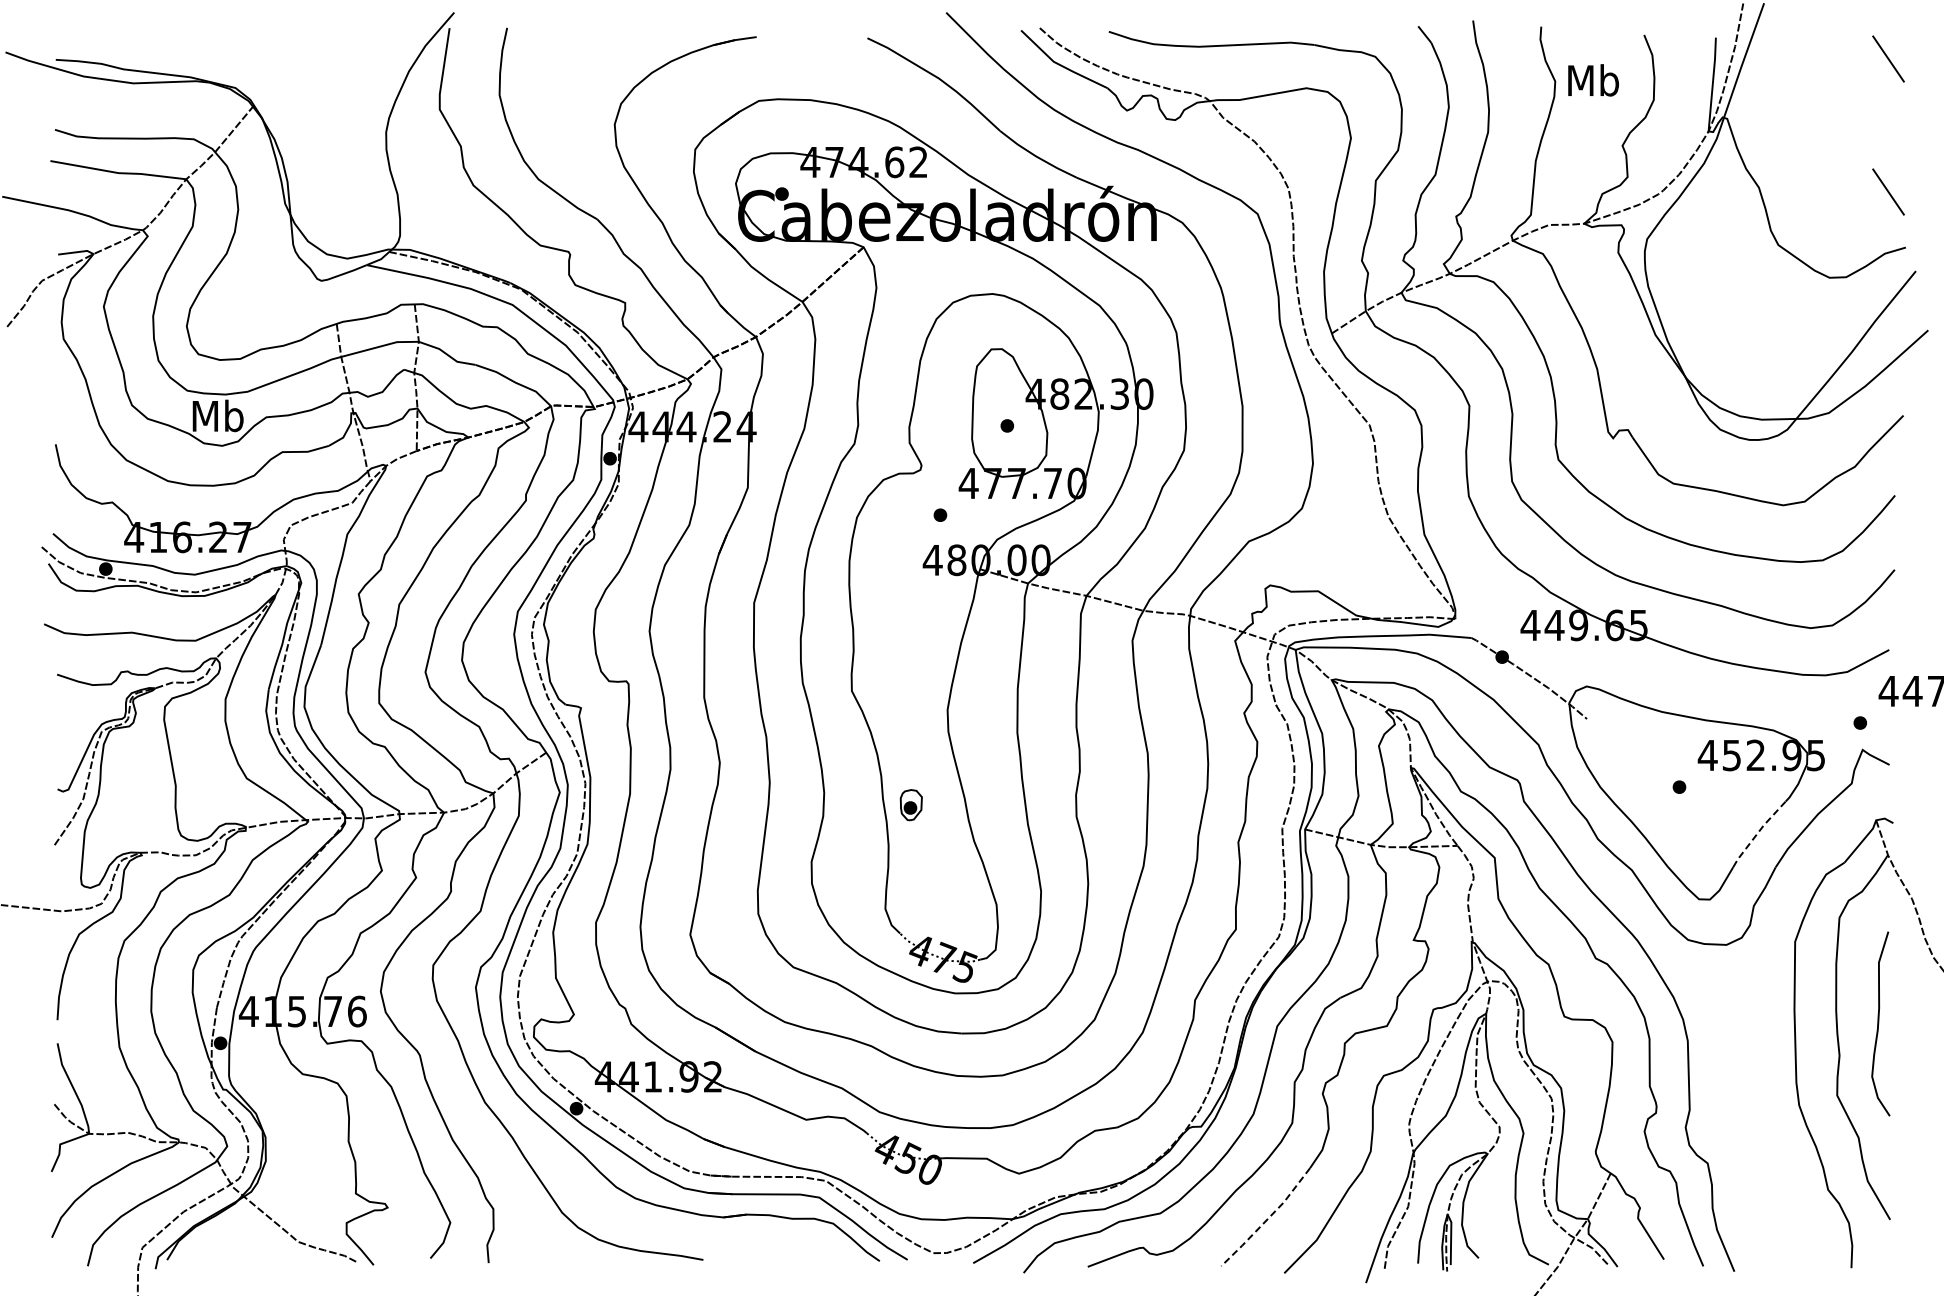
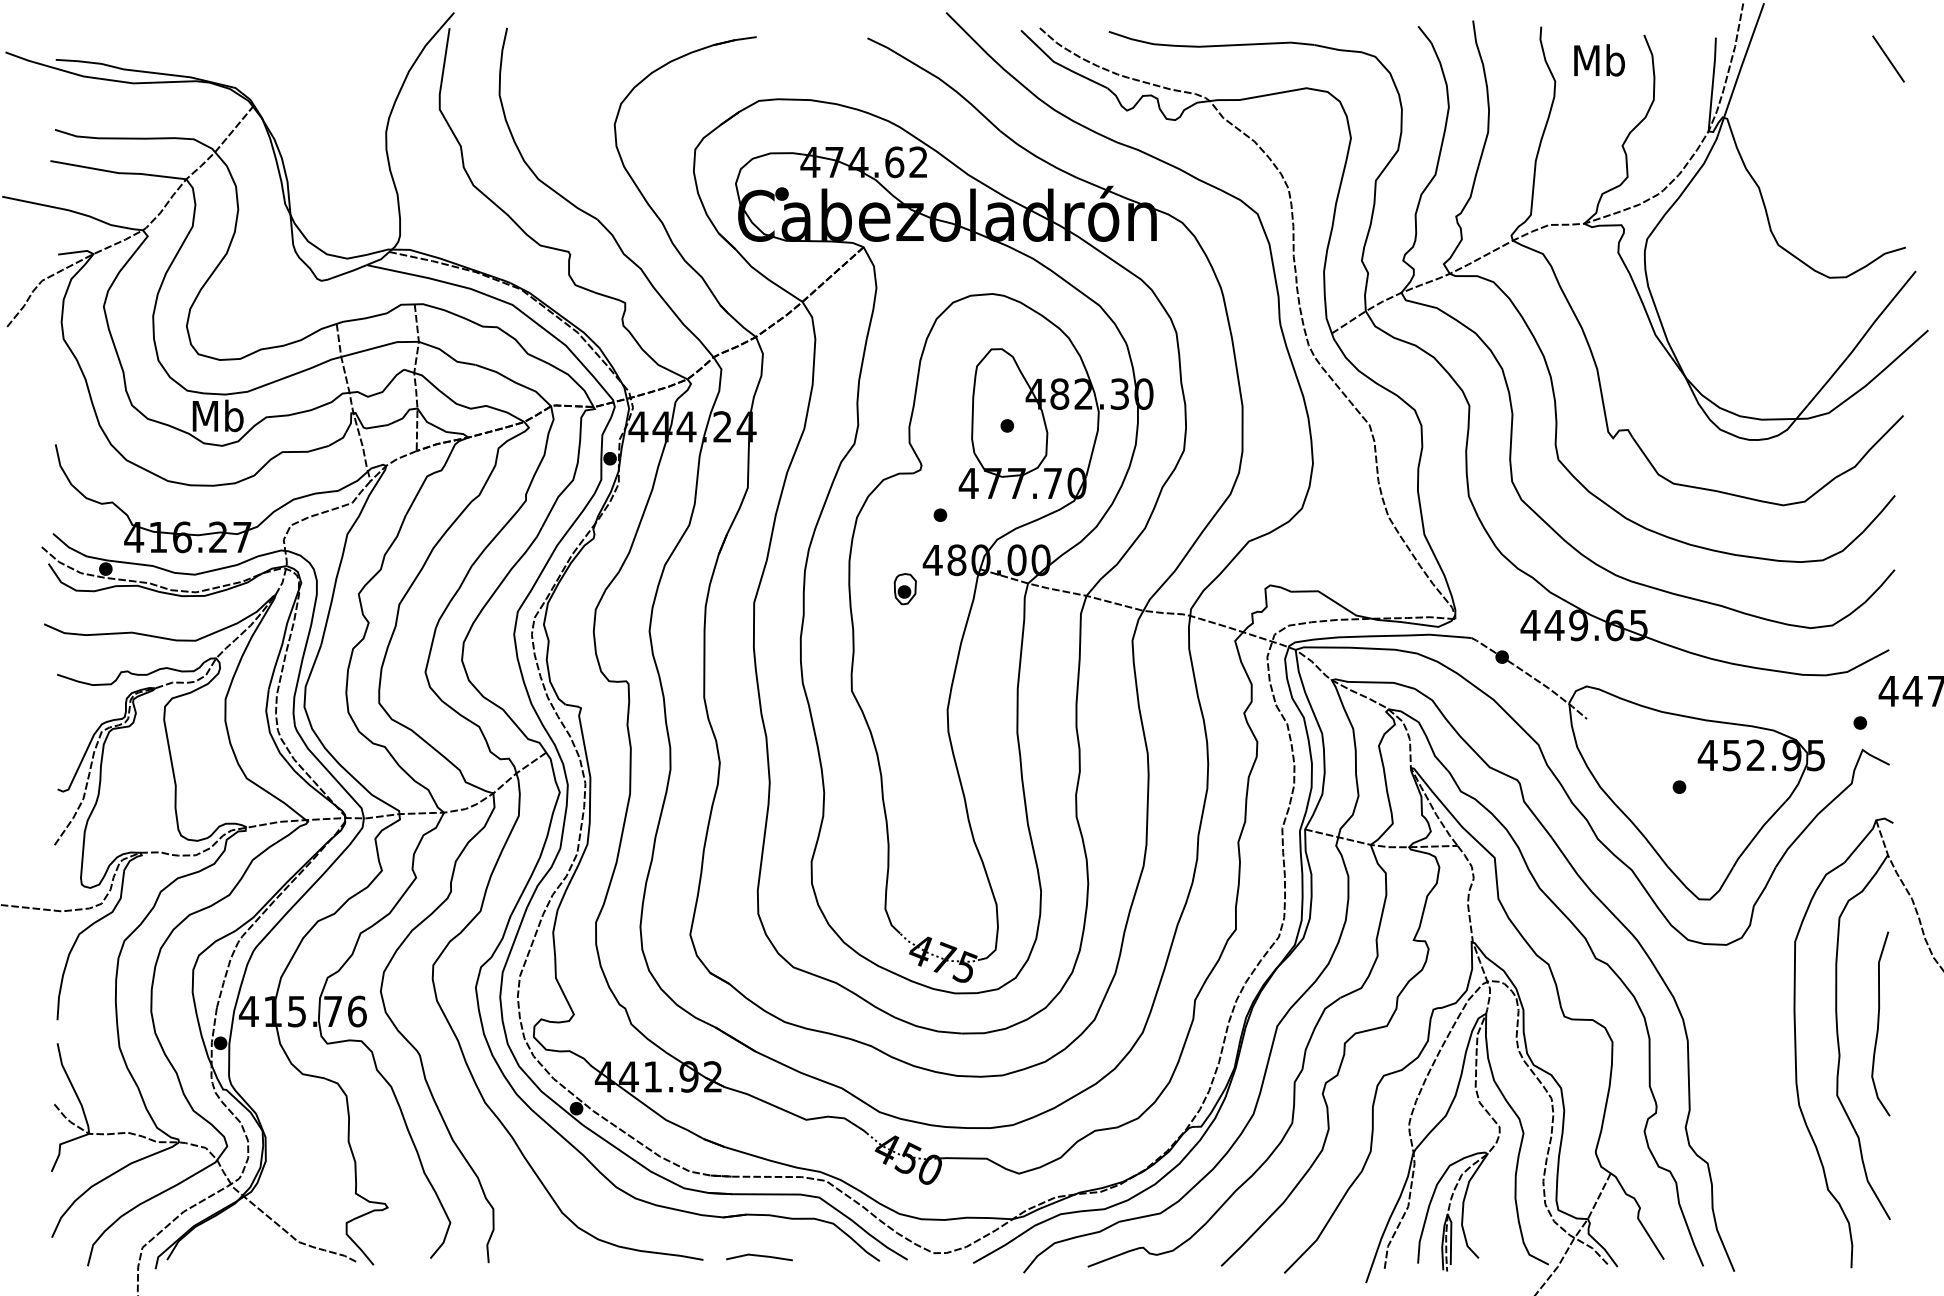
text at (1593, 80) position: (1593, 80) -> (1599, 60)
line at (1888, 191): present -> none
part at (910, 805) position: (910, 805) -> (904, 589)
line at (1757, 833): dashed -> solid
line at (1267, 1219): dashed -> solid
line at (759, 1256): none -> present
